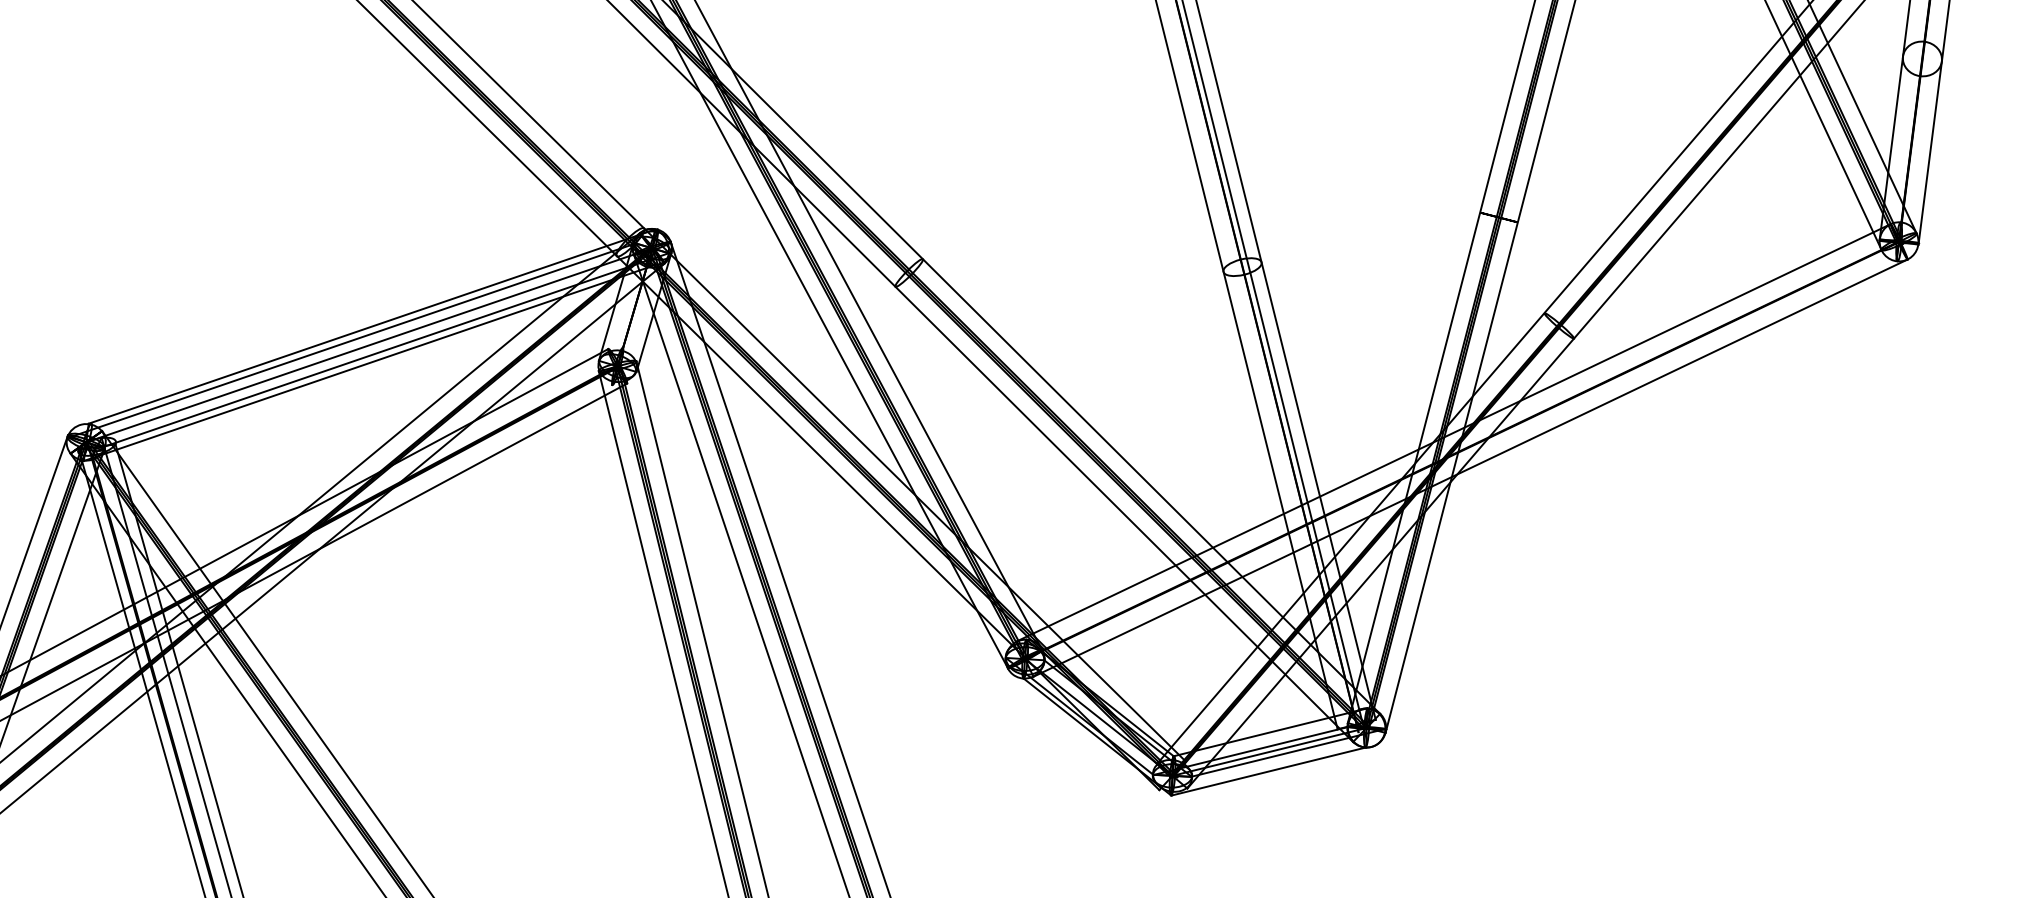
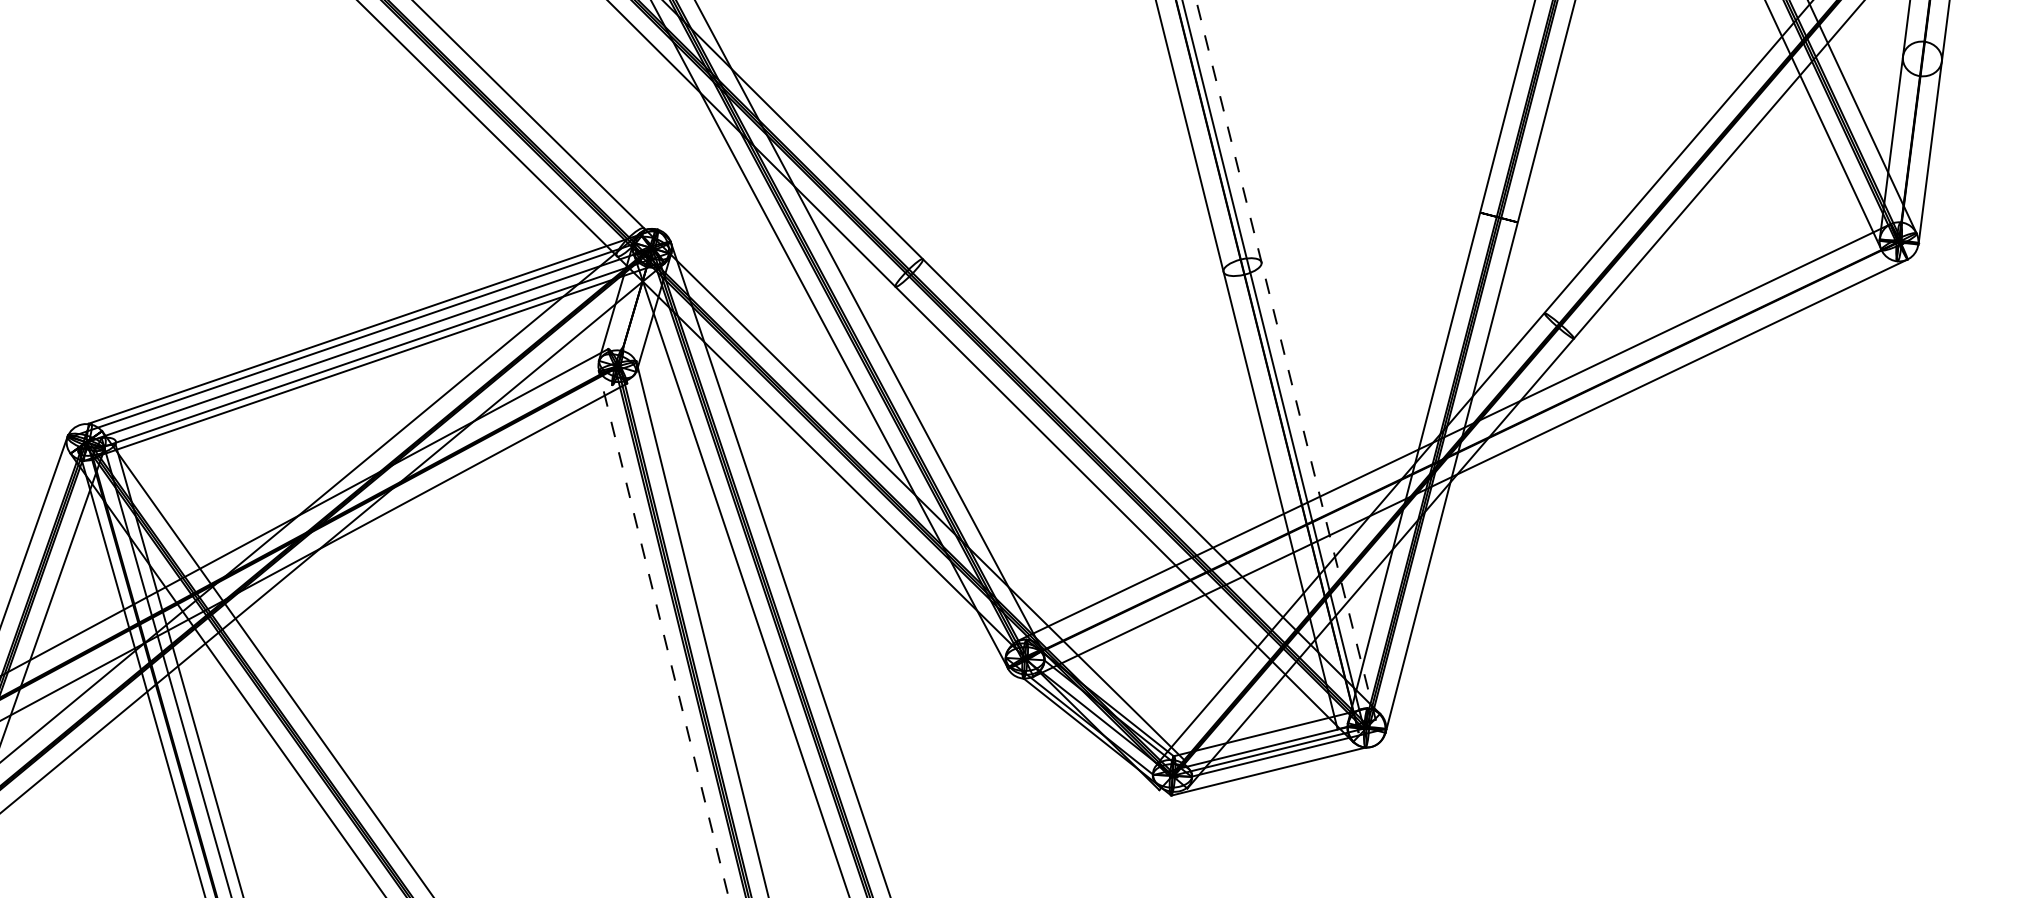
line at (1285, 359): solid -> dashed
line at (663, 634): solid -> dashed
